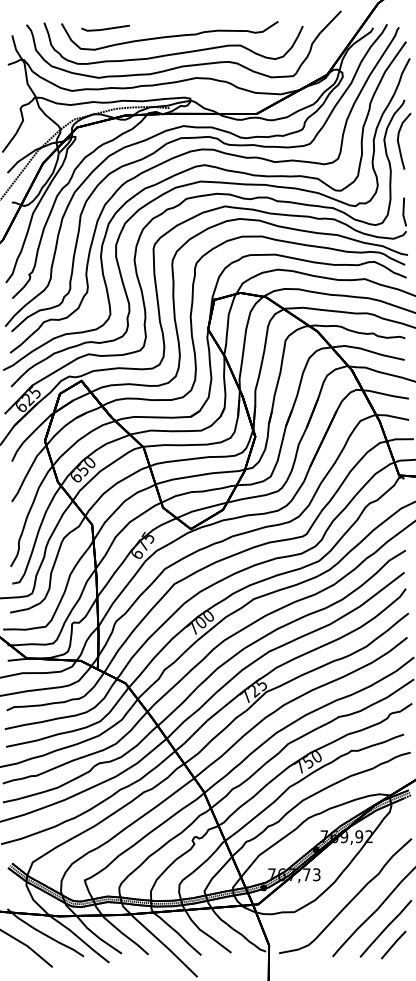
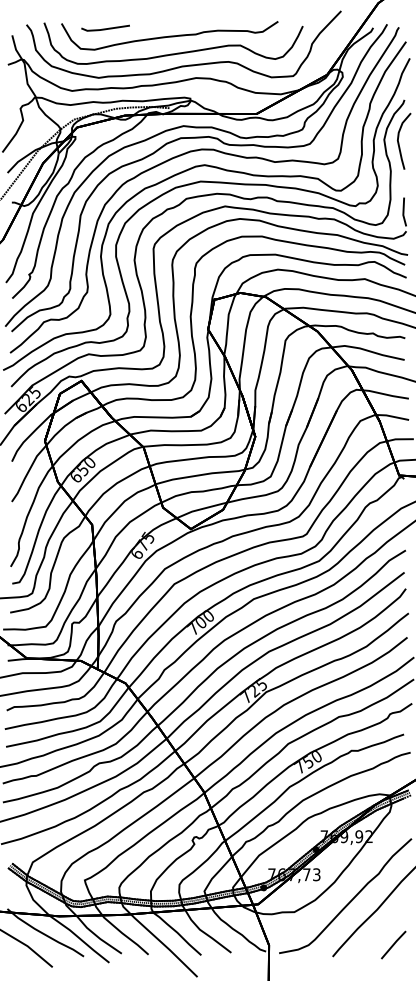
line at (385, 928): present -> none
